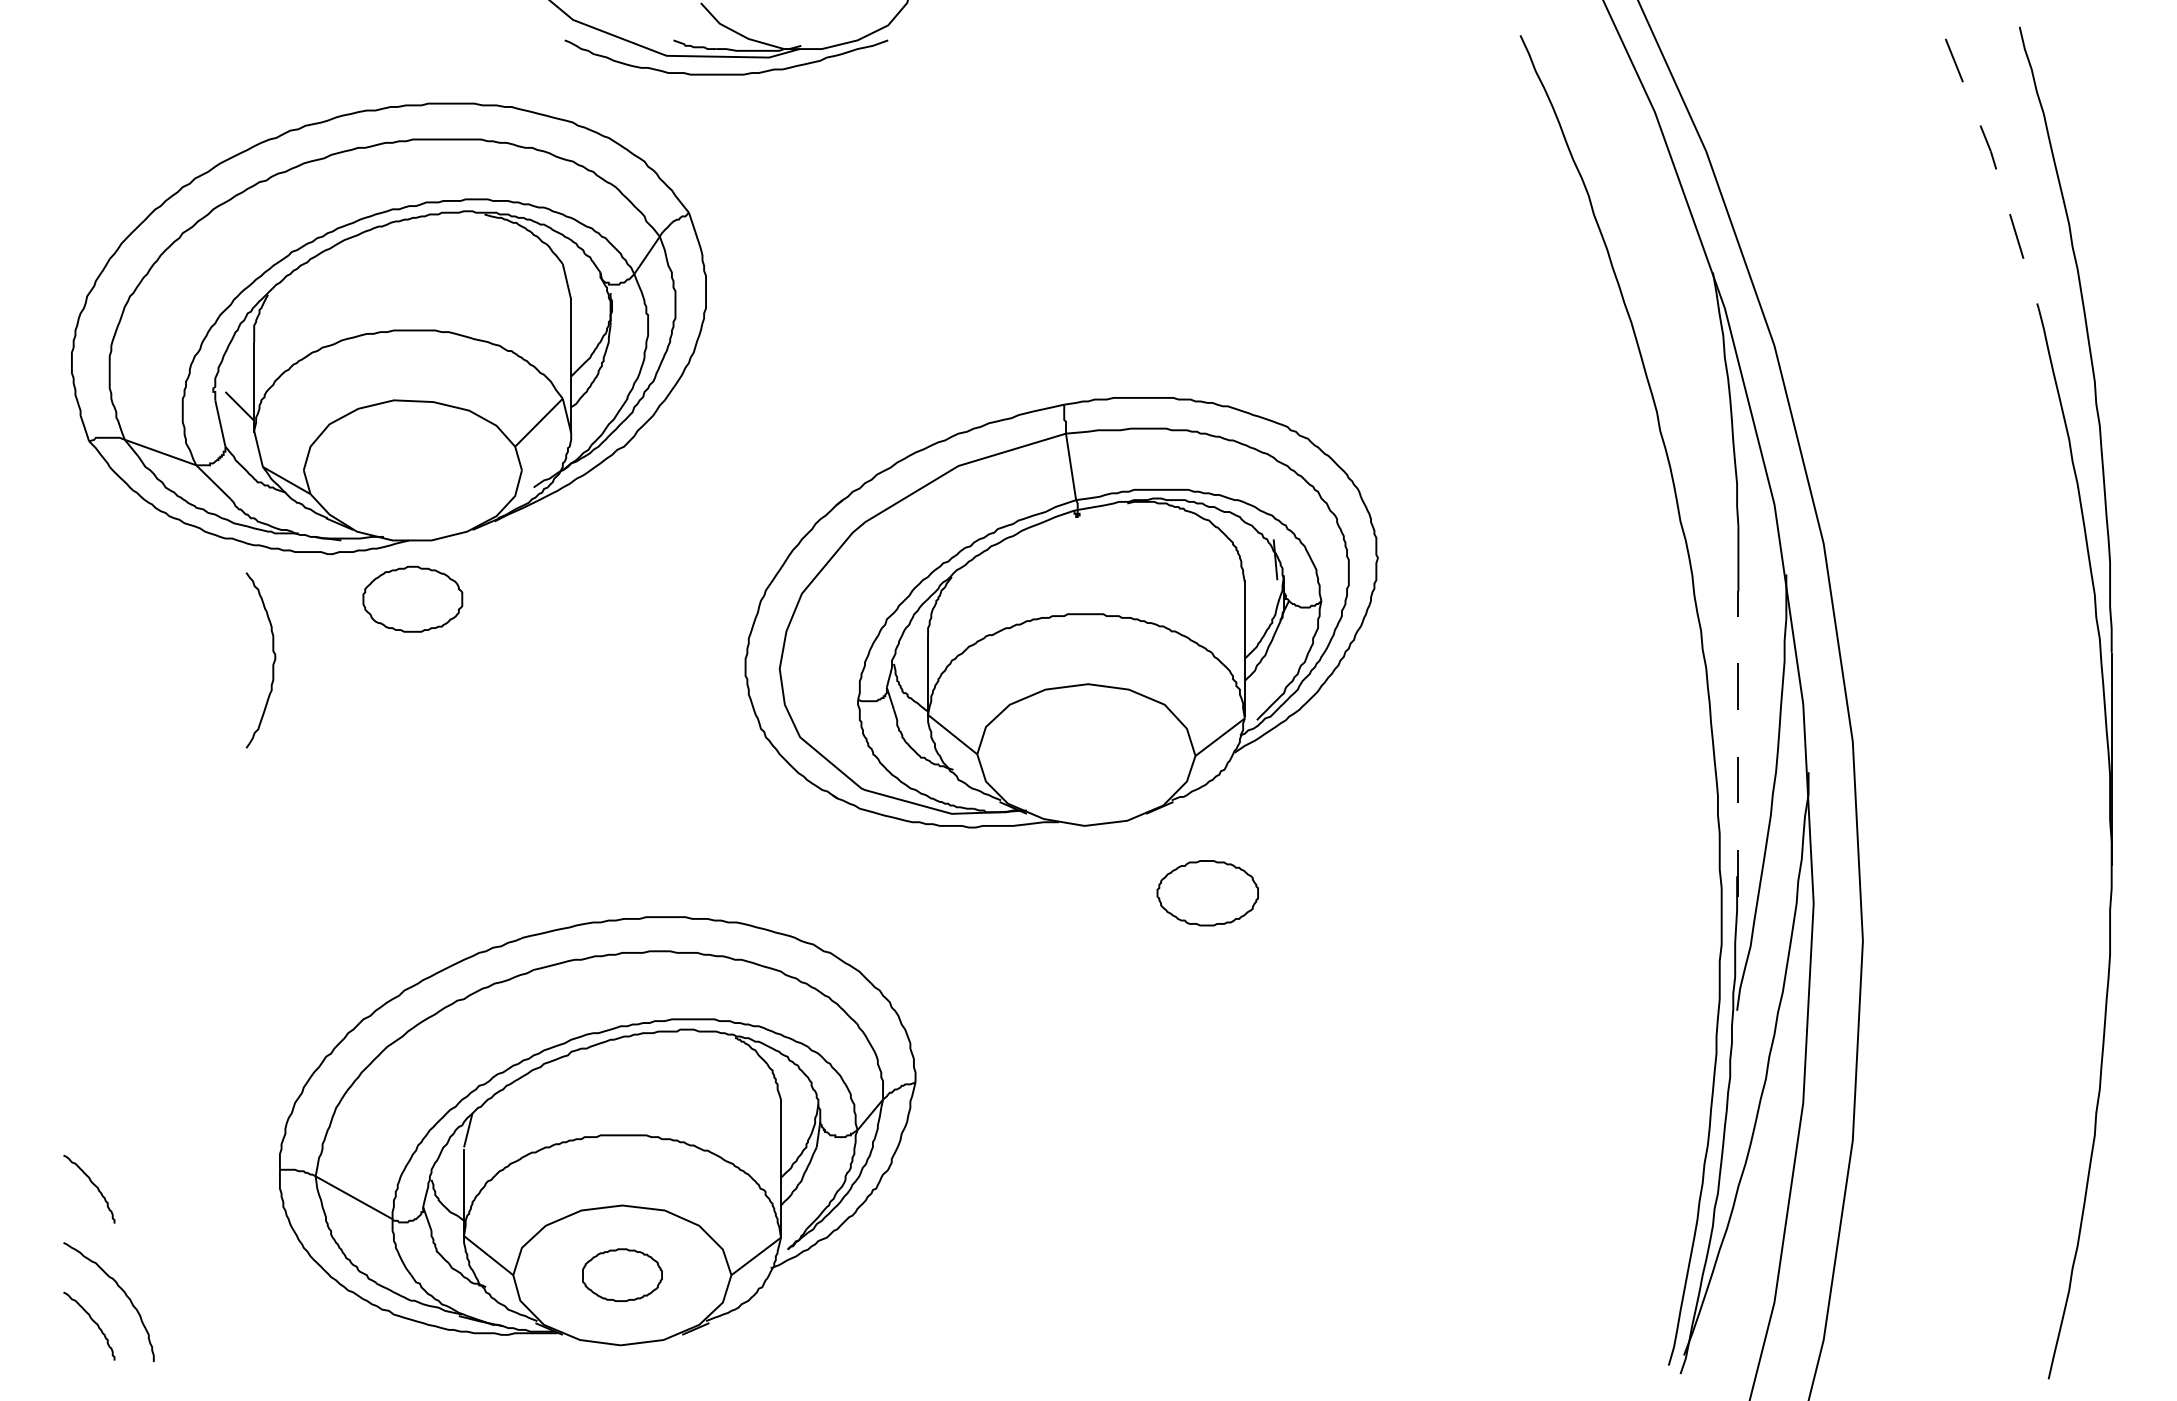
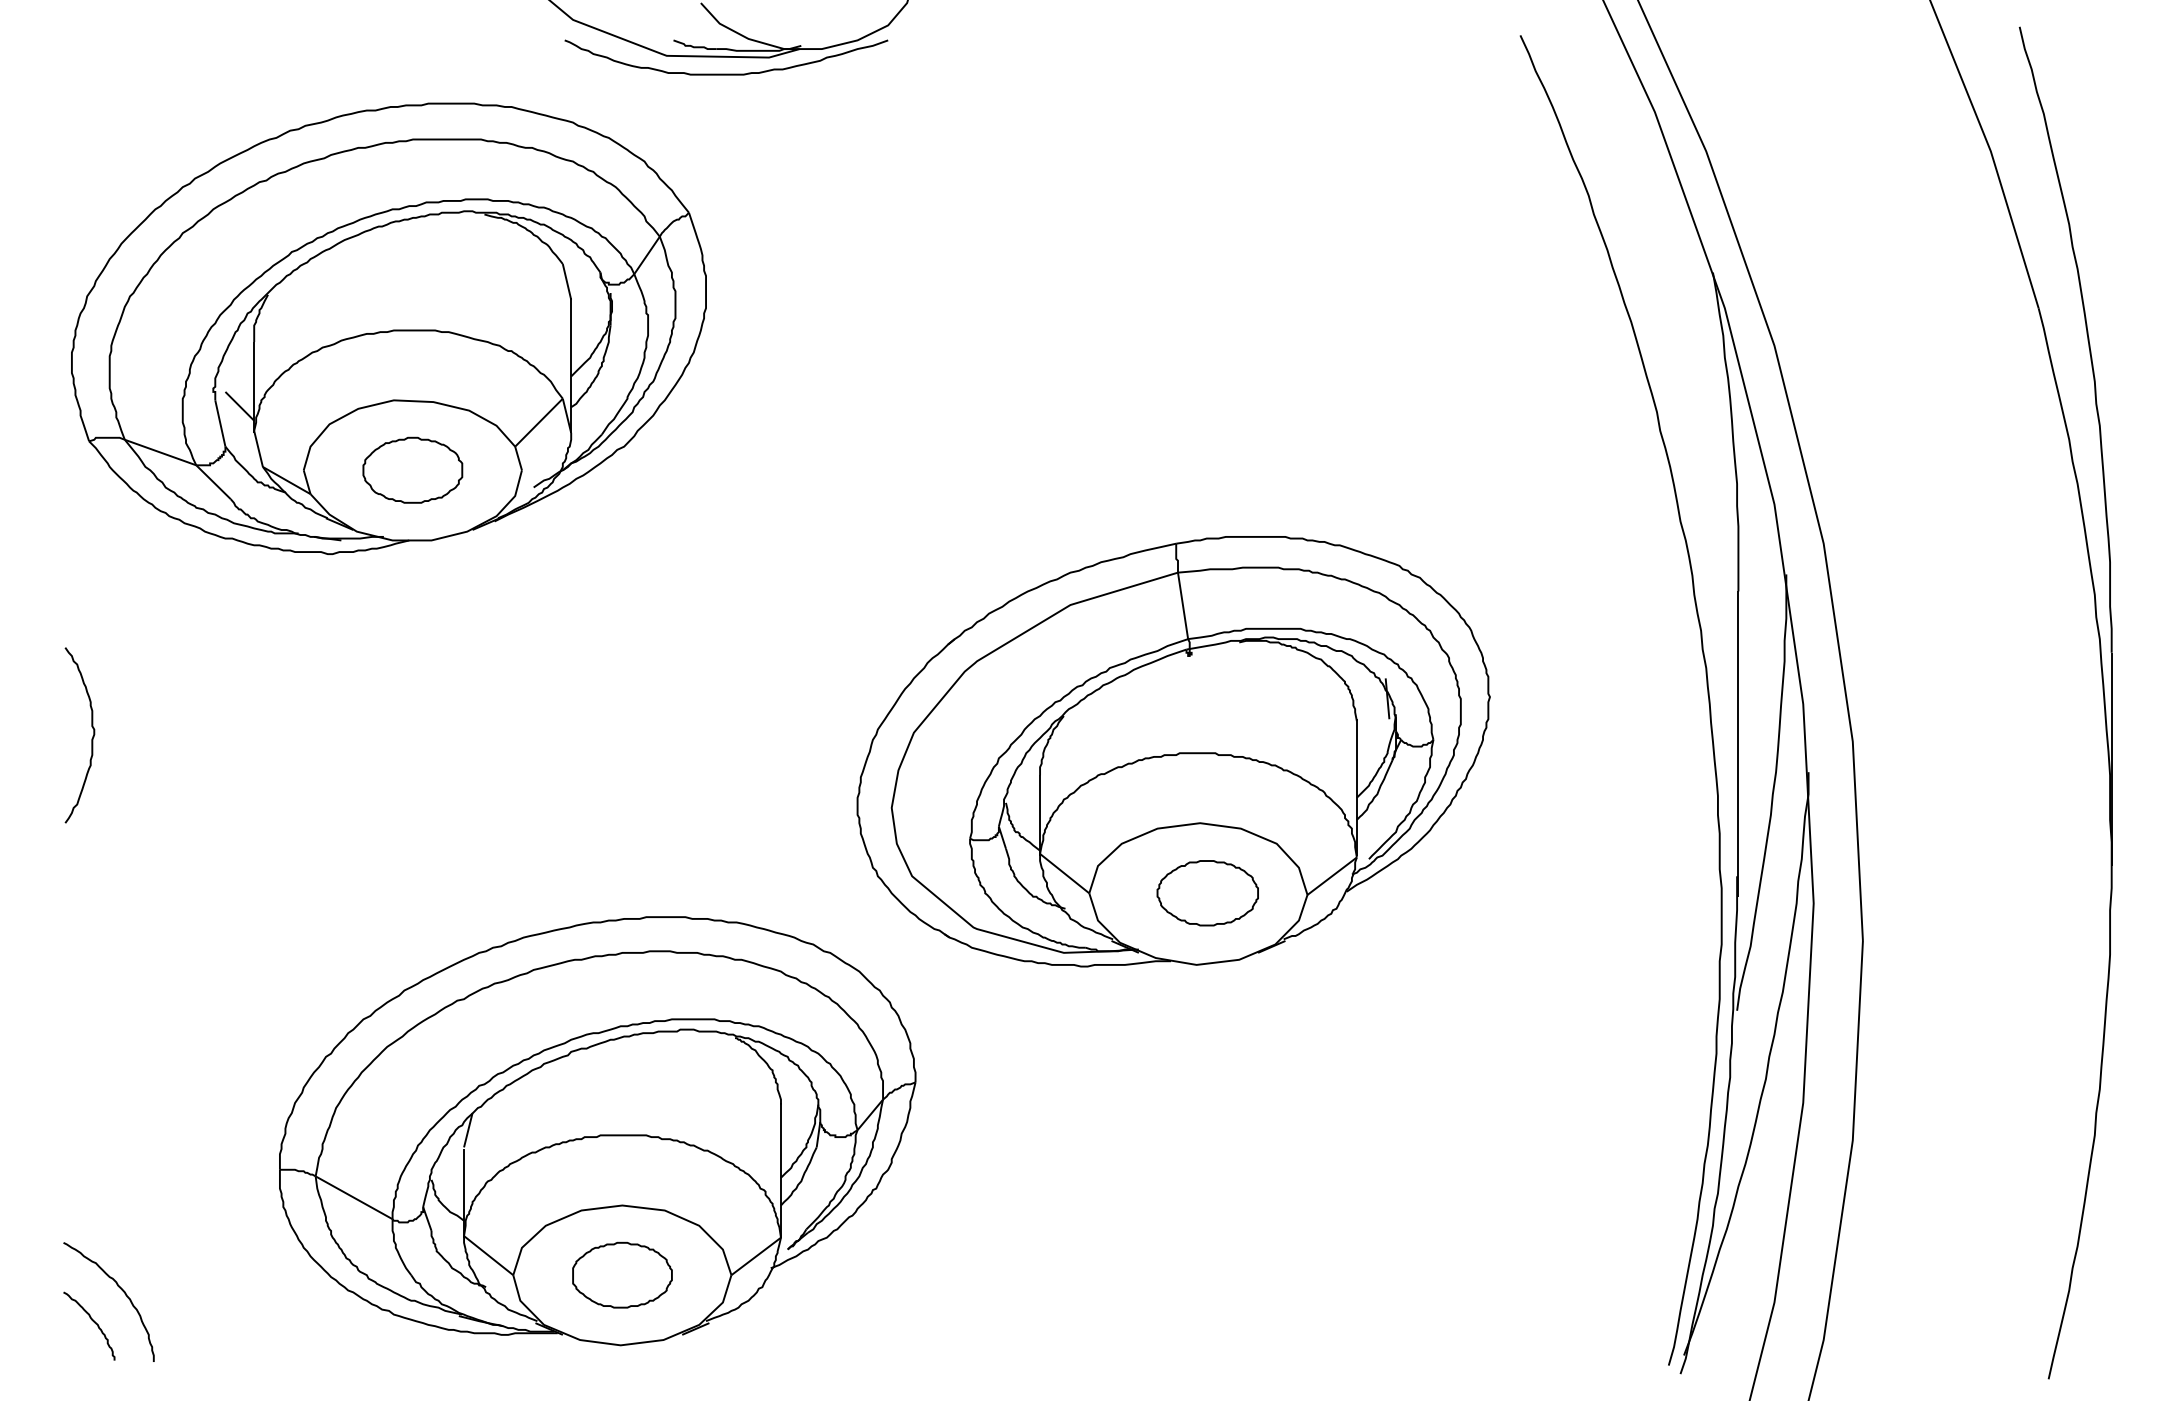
line at (1990, 151): dashed -> solid
part at (412, 598) position: (412, 598) -> (412, 469)
part at (1061, 612) position: (1061, 612) -> (1173, 751)
curve at (272, 663) position: (272, 663) -> (91, 738)
line at (1738, 744): dashed -> solid
curve at (92, 1184): present -> none
part at (622, 1274) size: 81x54 px -> 101x68 px
